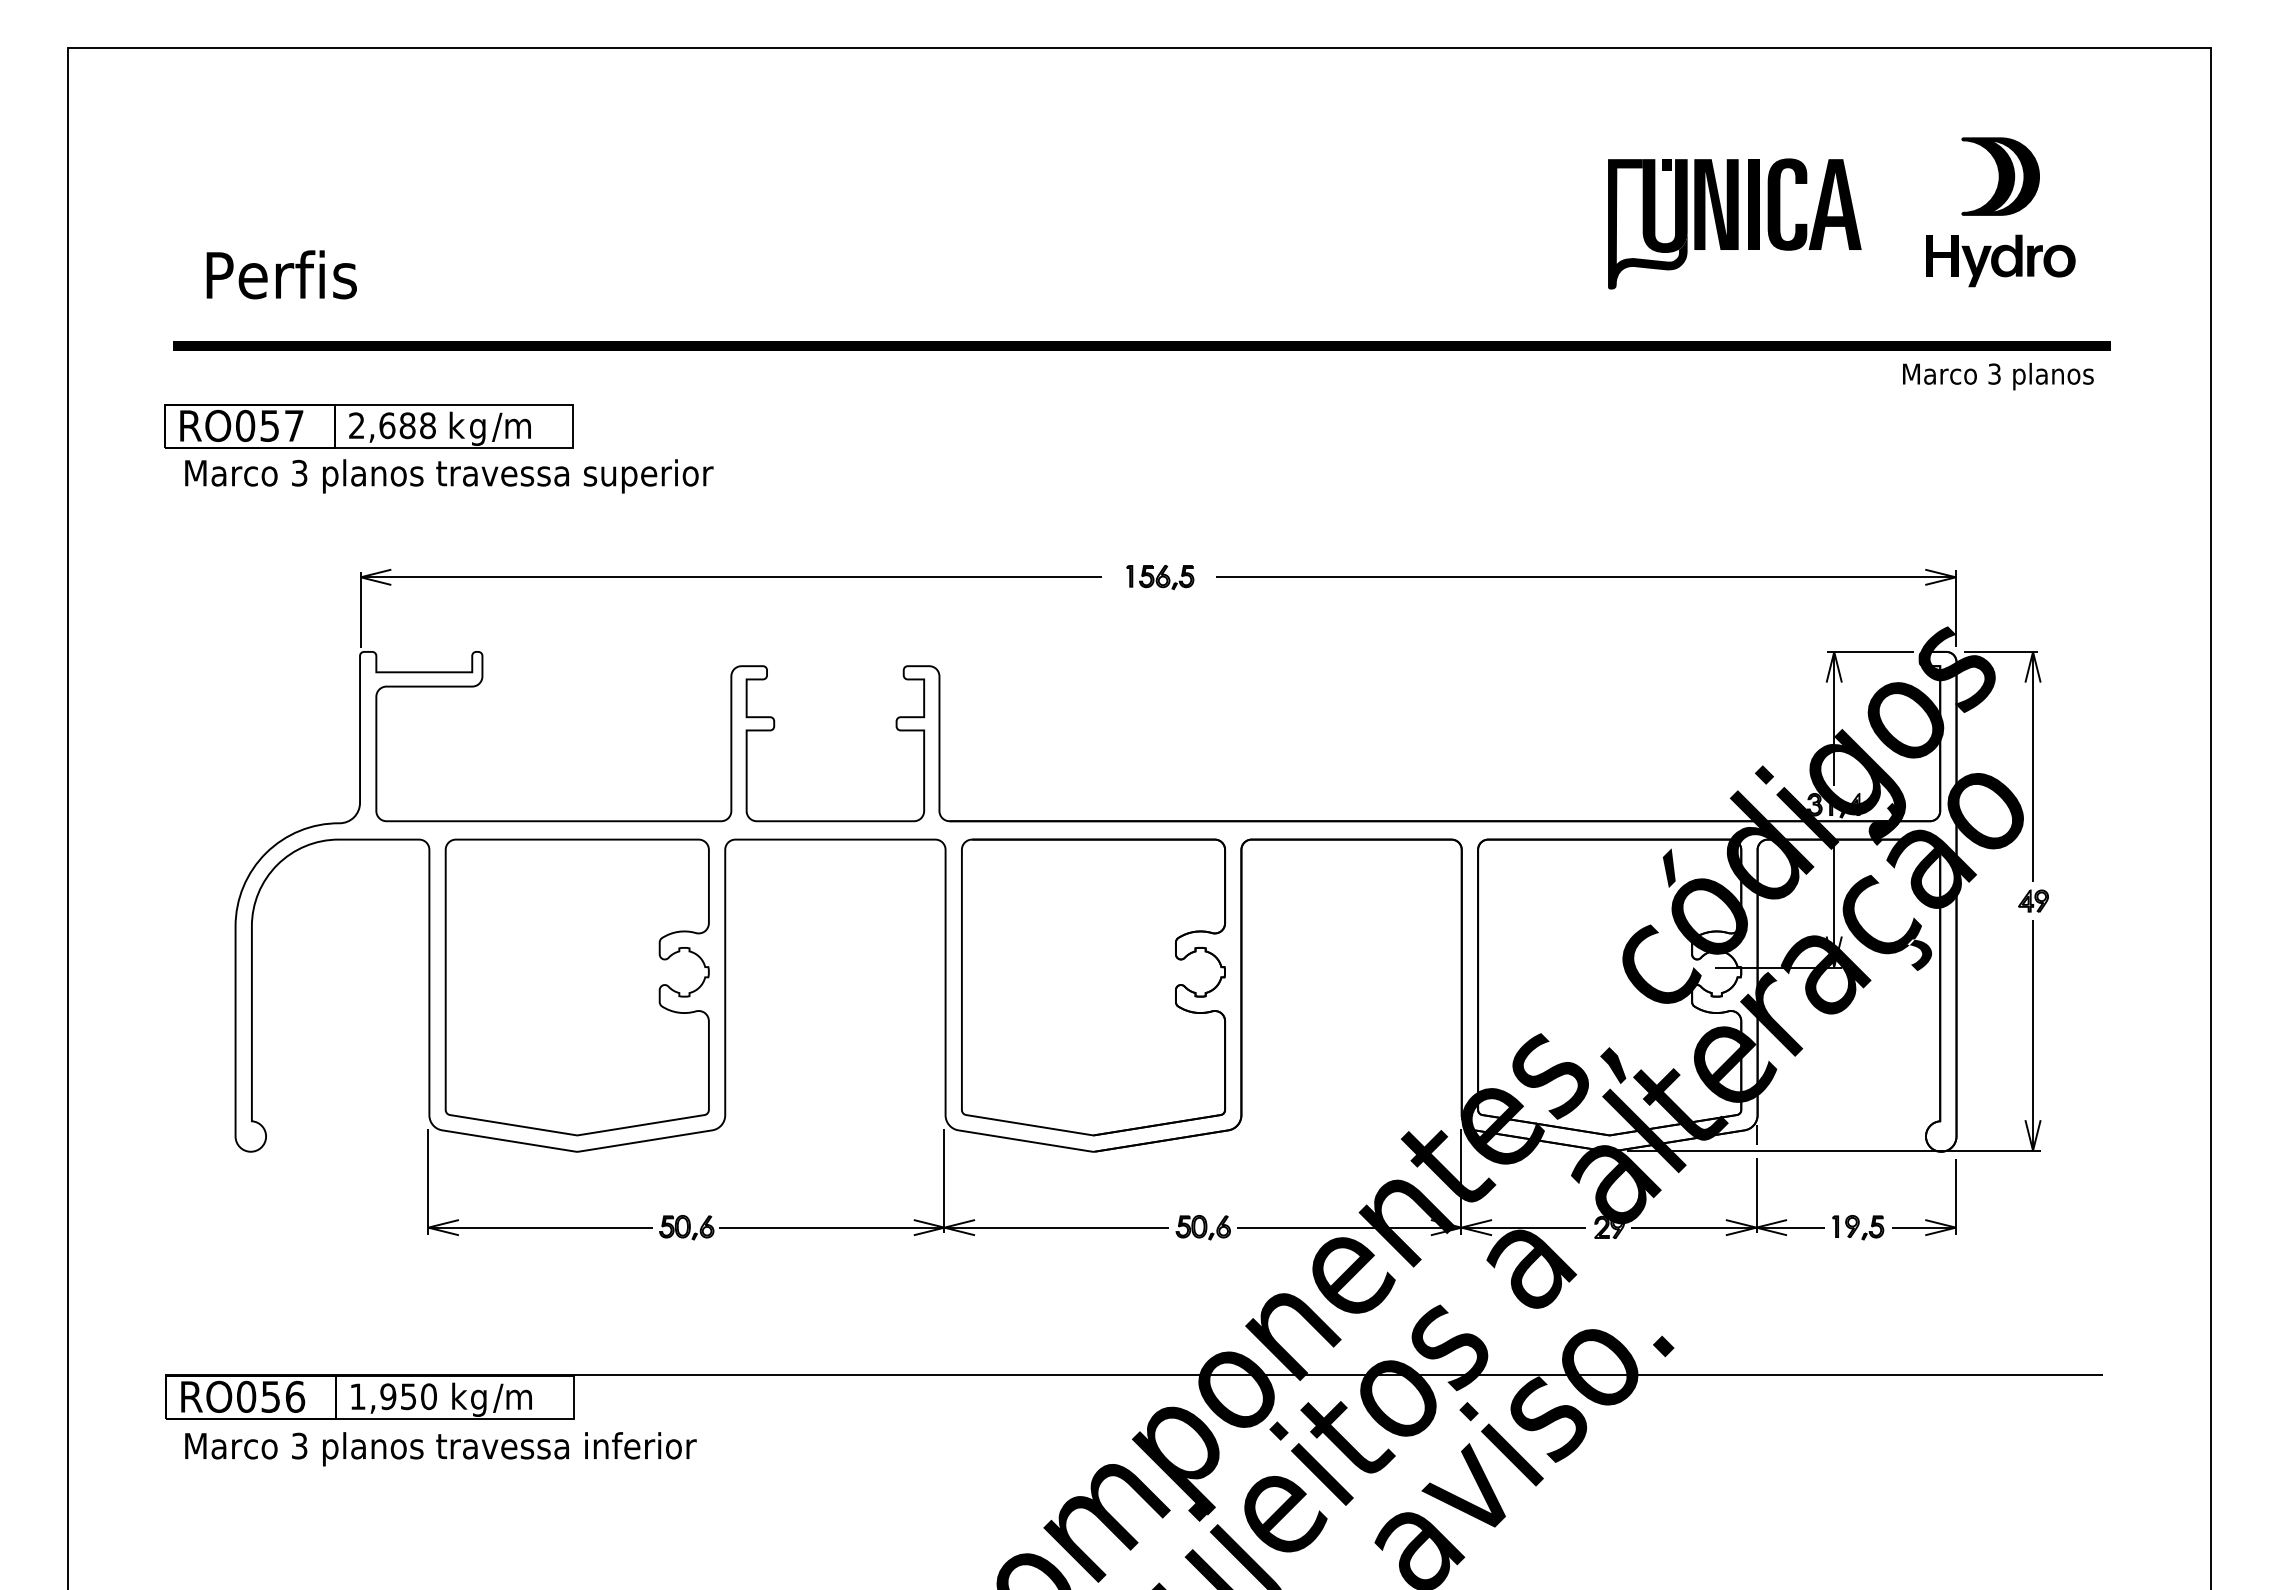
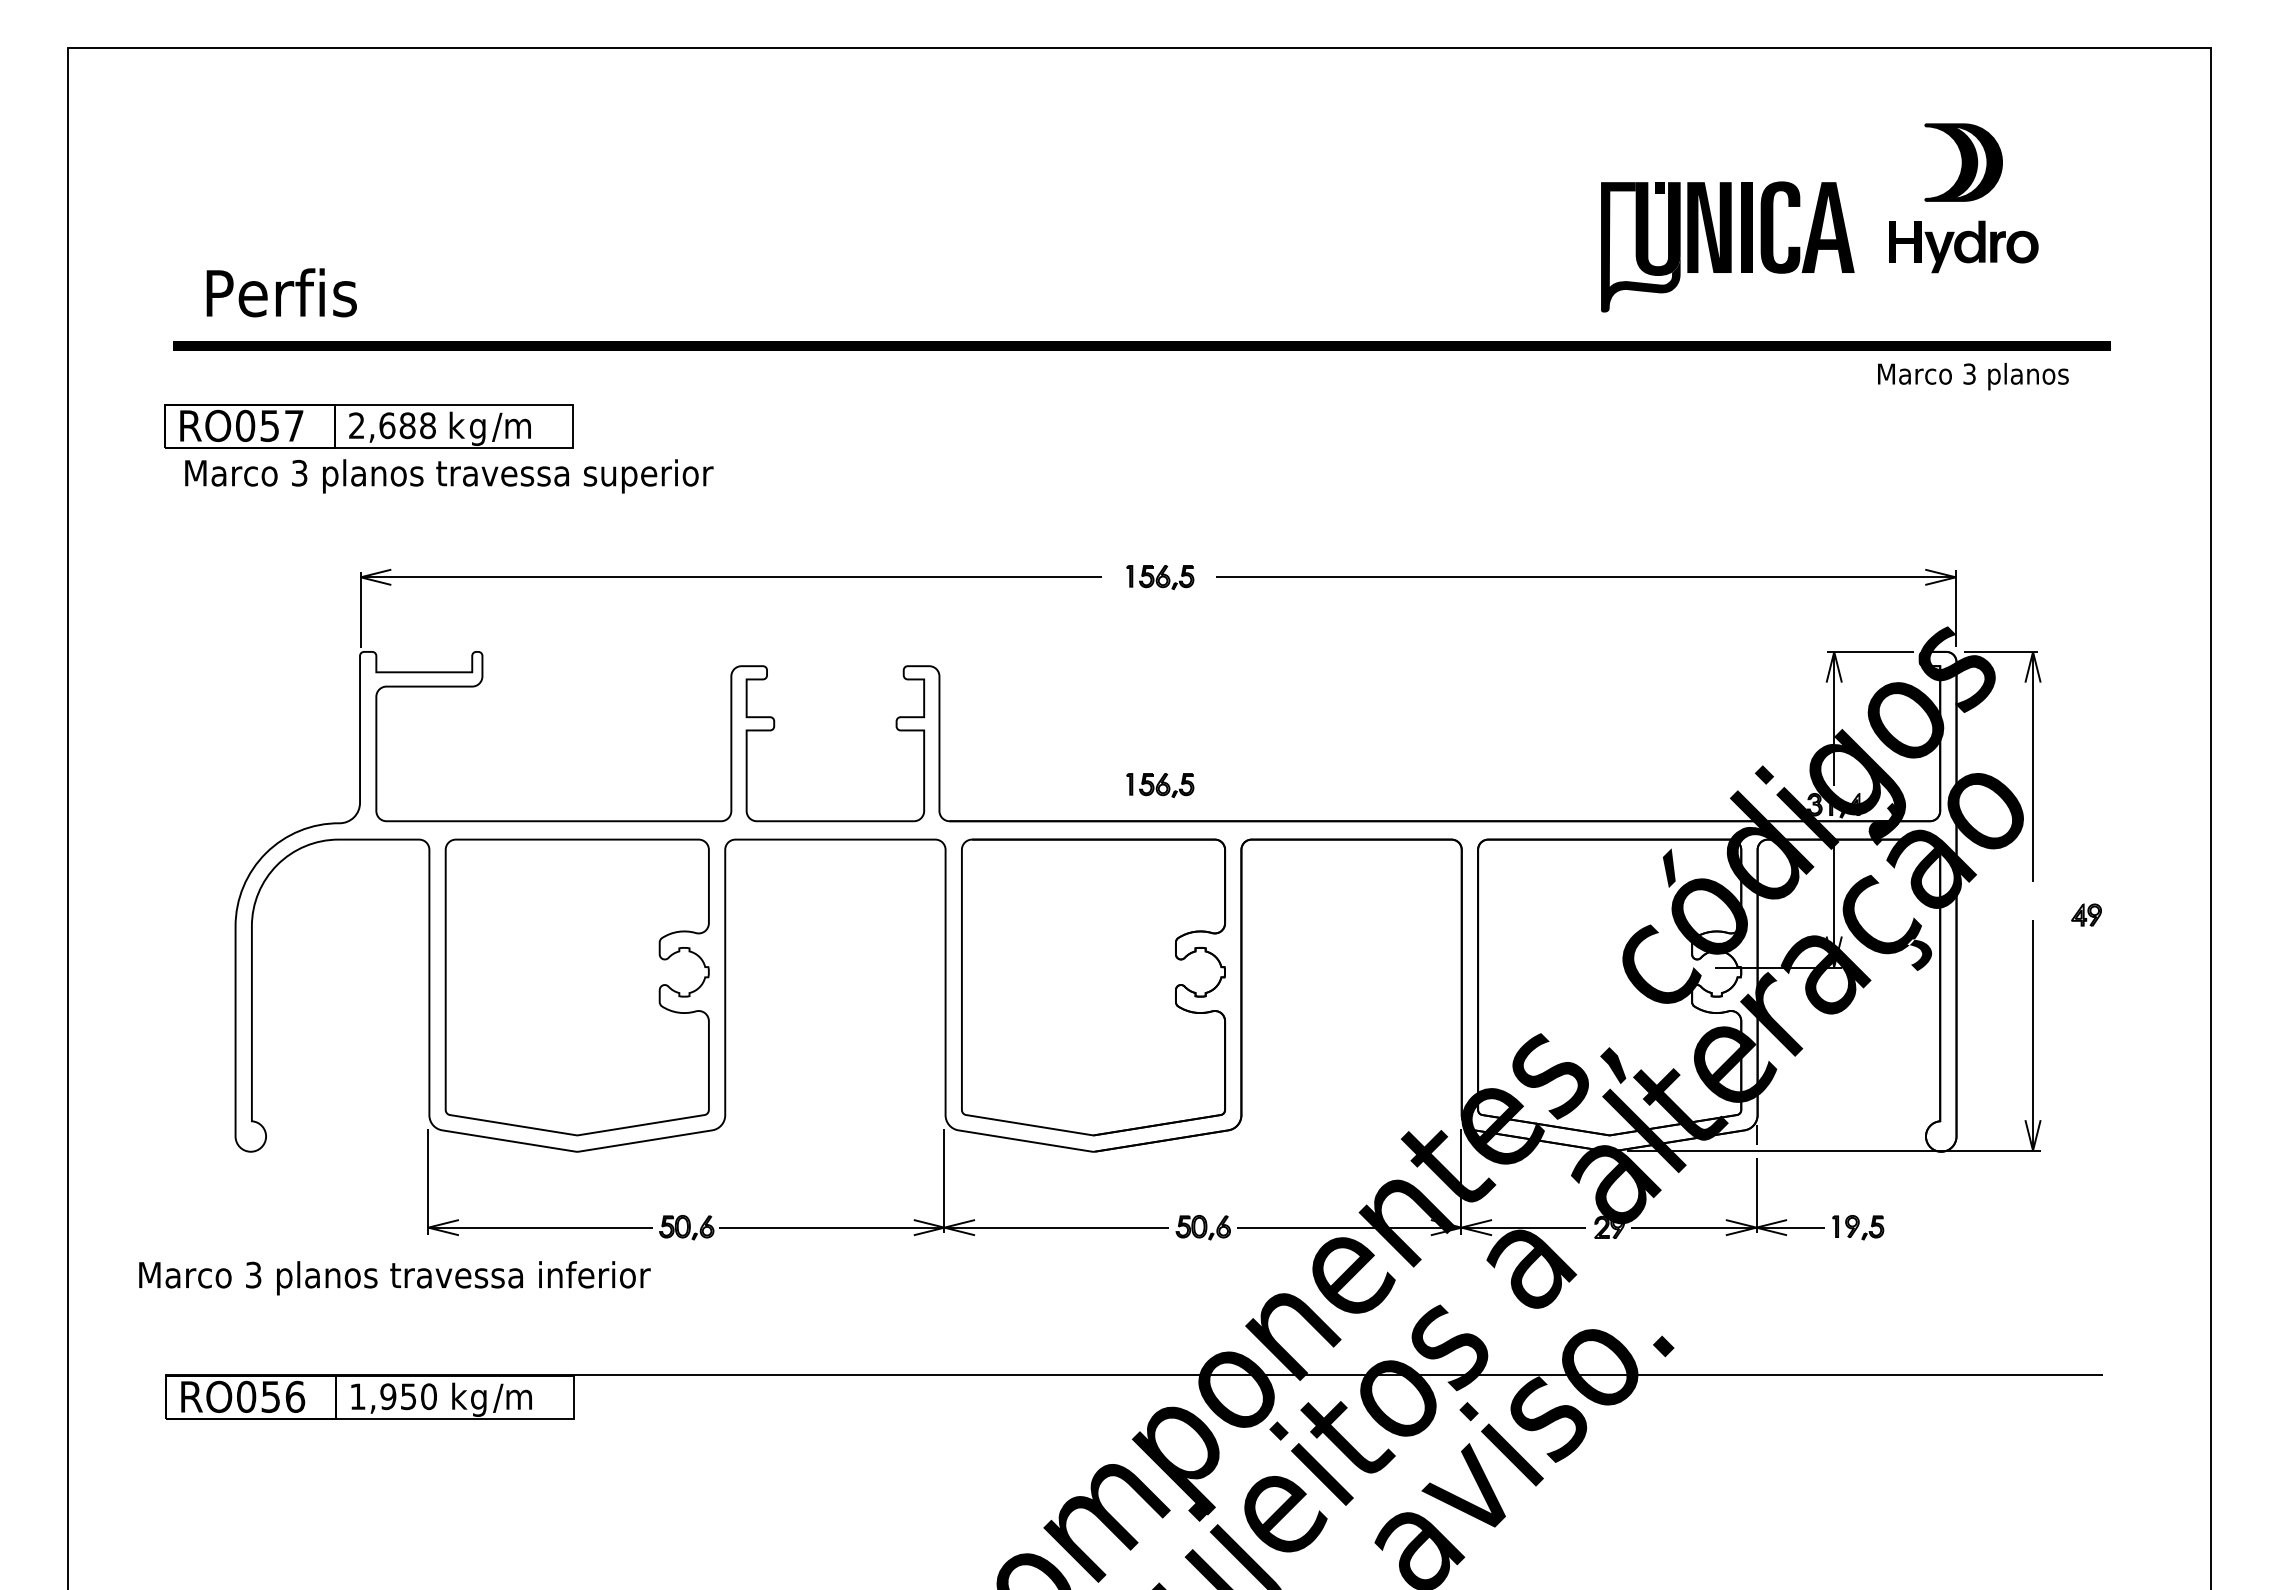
part at (2000, 212) position: (2000, 212) -> (1963, 198)
part at (1734, 223) position: (1734, 223) -> (1727, 246)
text at (281, 274) position: (281, 274) -> (281, 292)
text at (1998, 376) position: (1998, 376) -> (1973, 376)
part at (1160, 785): none -> present
part at (2033, 900) position: (2033, 900) -> (2086, 914)
part at (1925, 1219): present -> none
text at (440, 1449) position: (440, 1449) -> (394, 1278)
